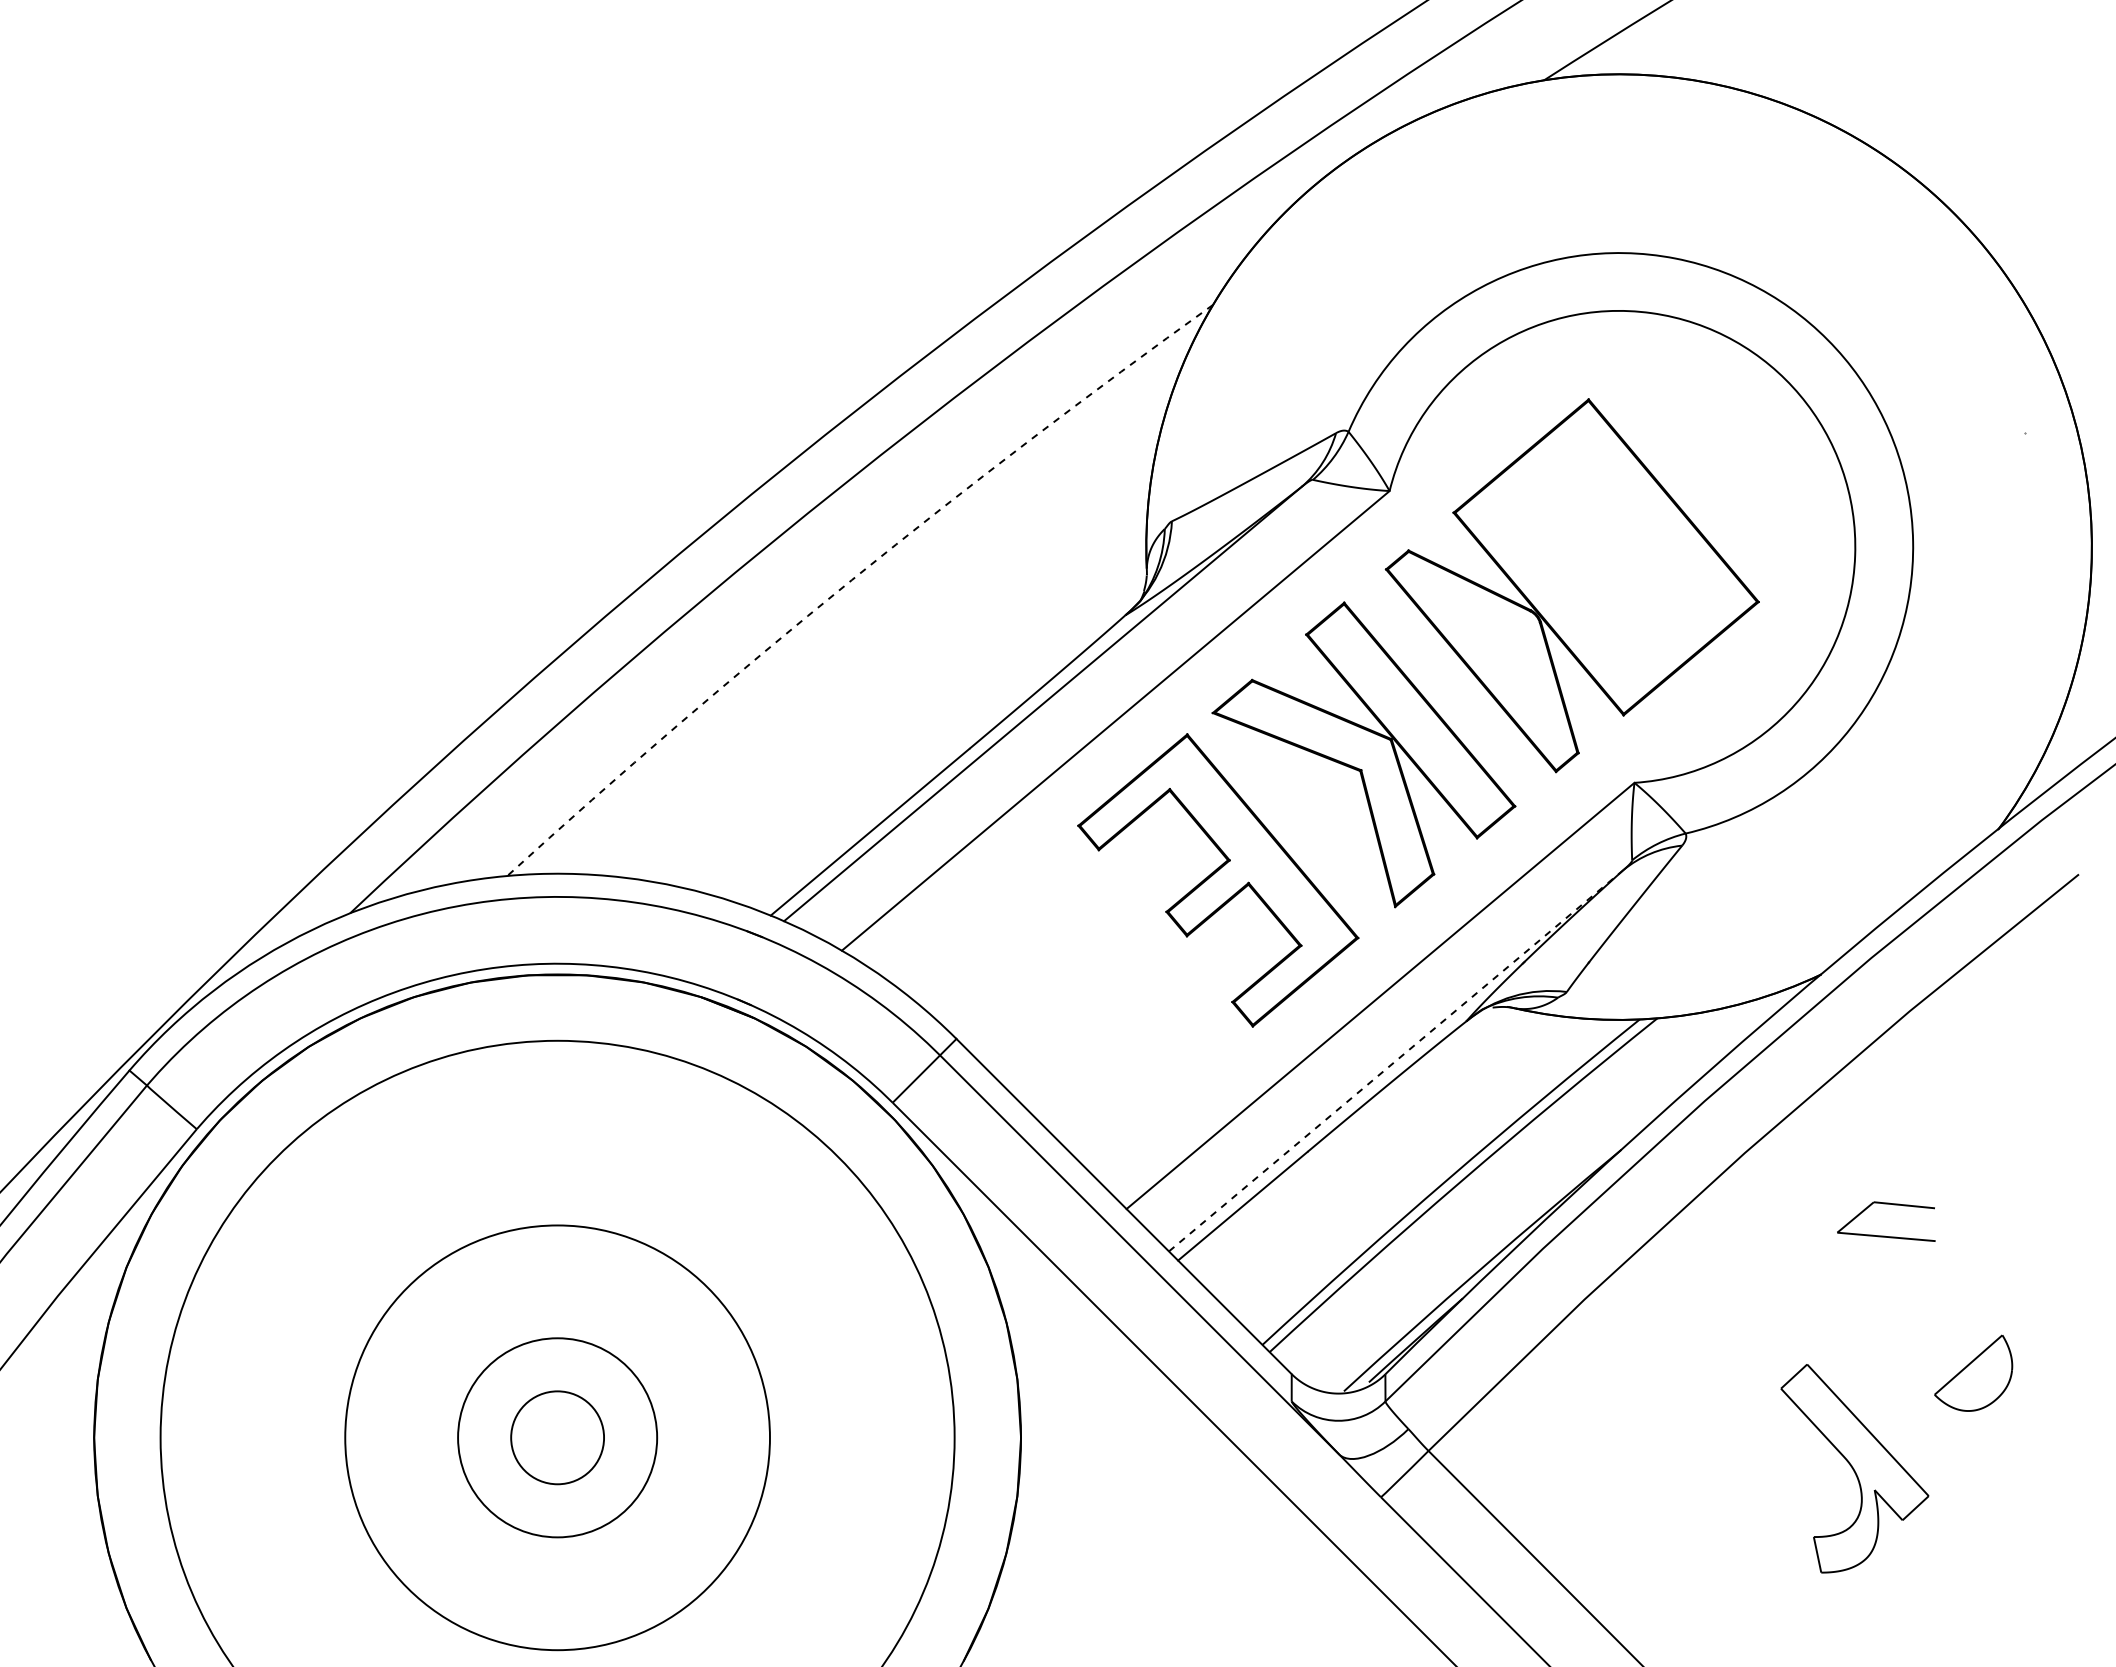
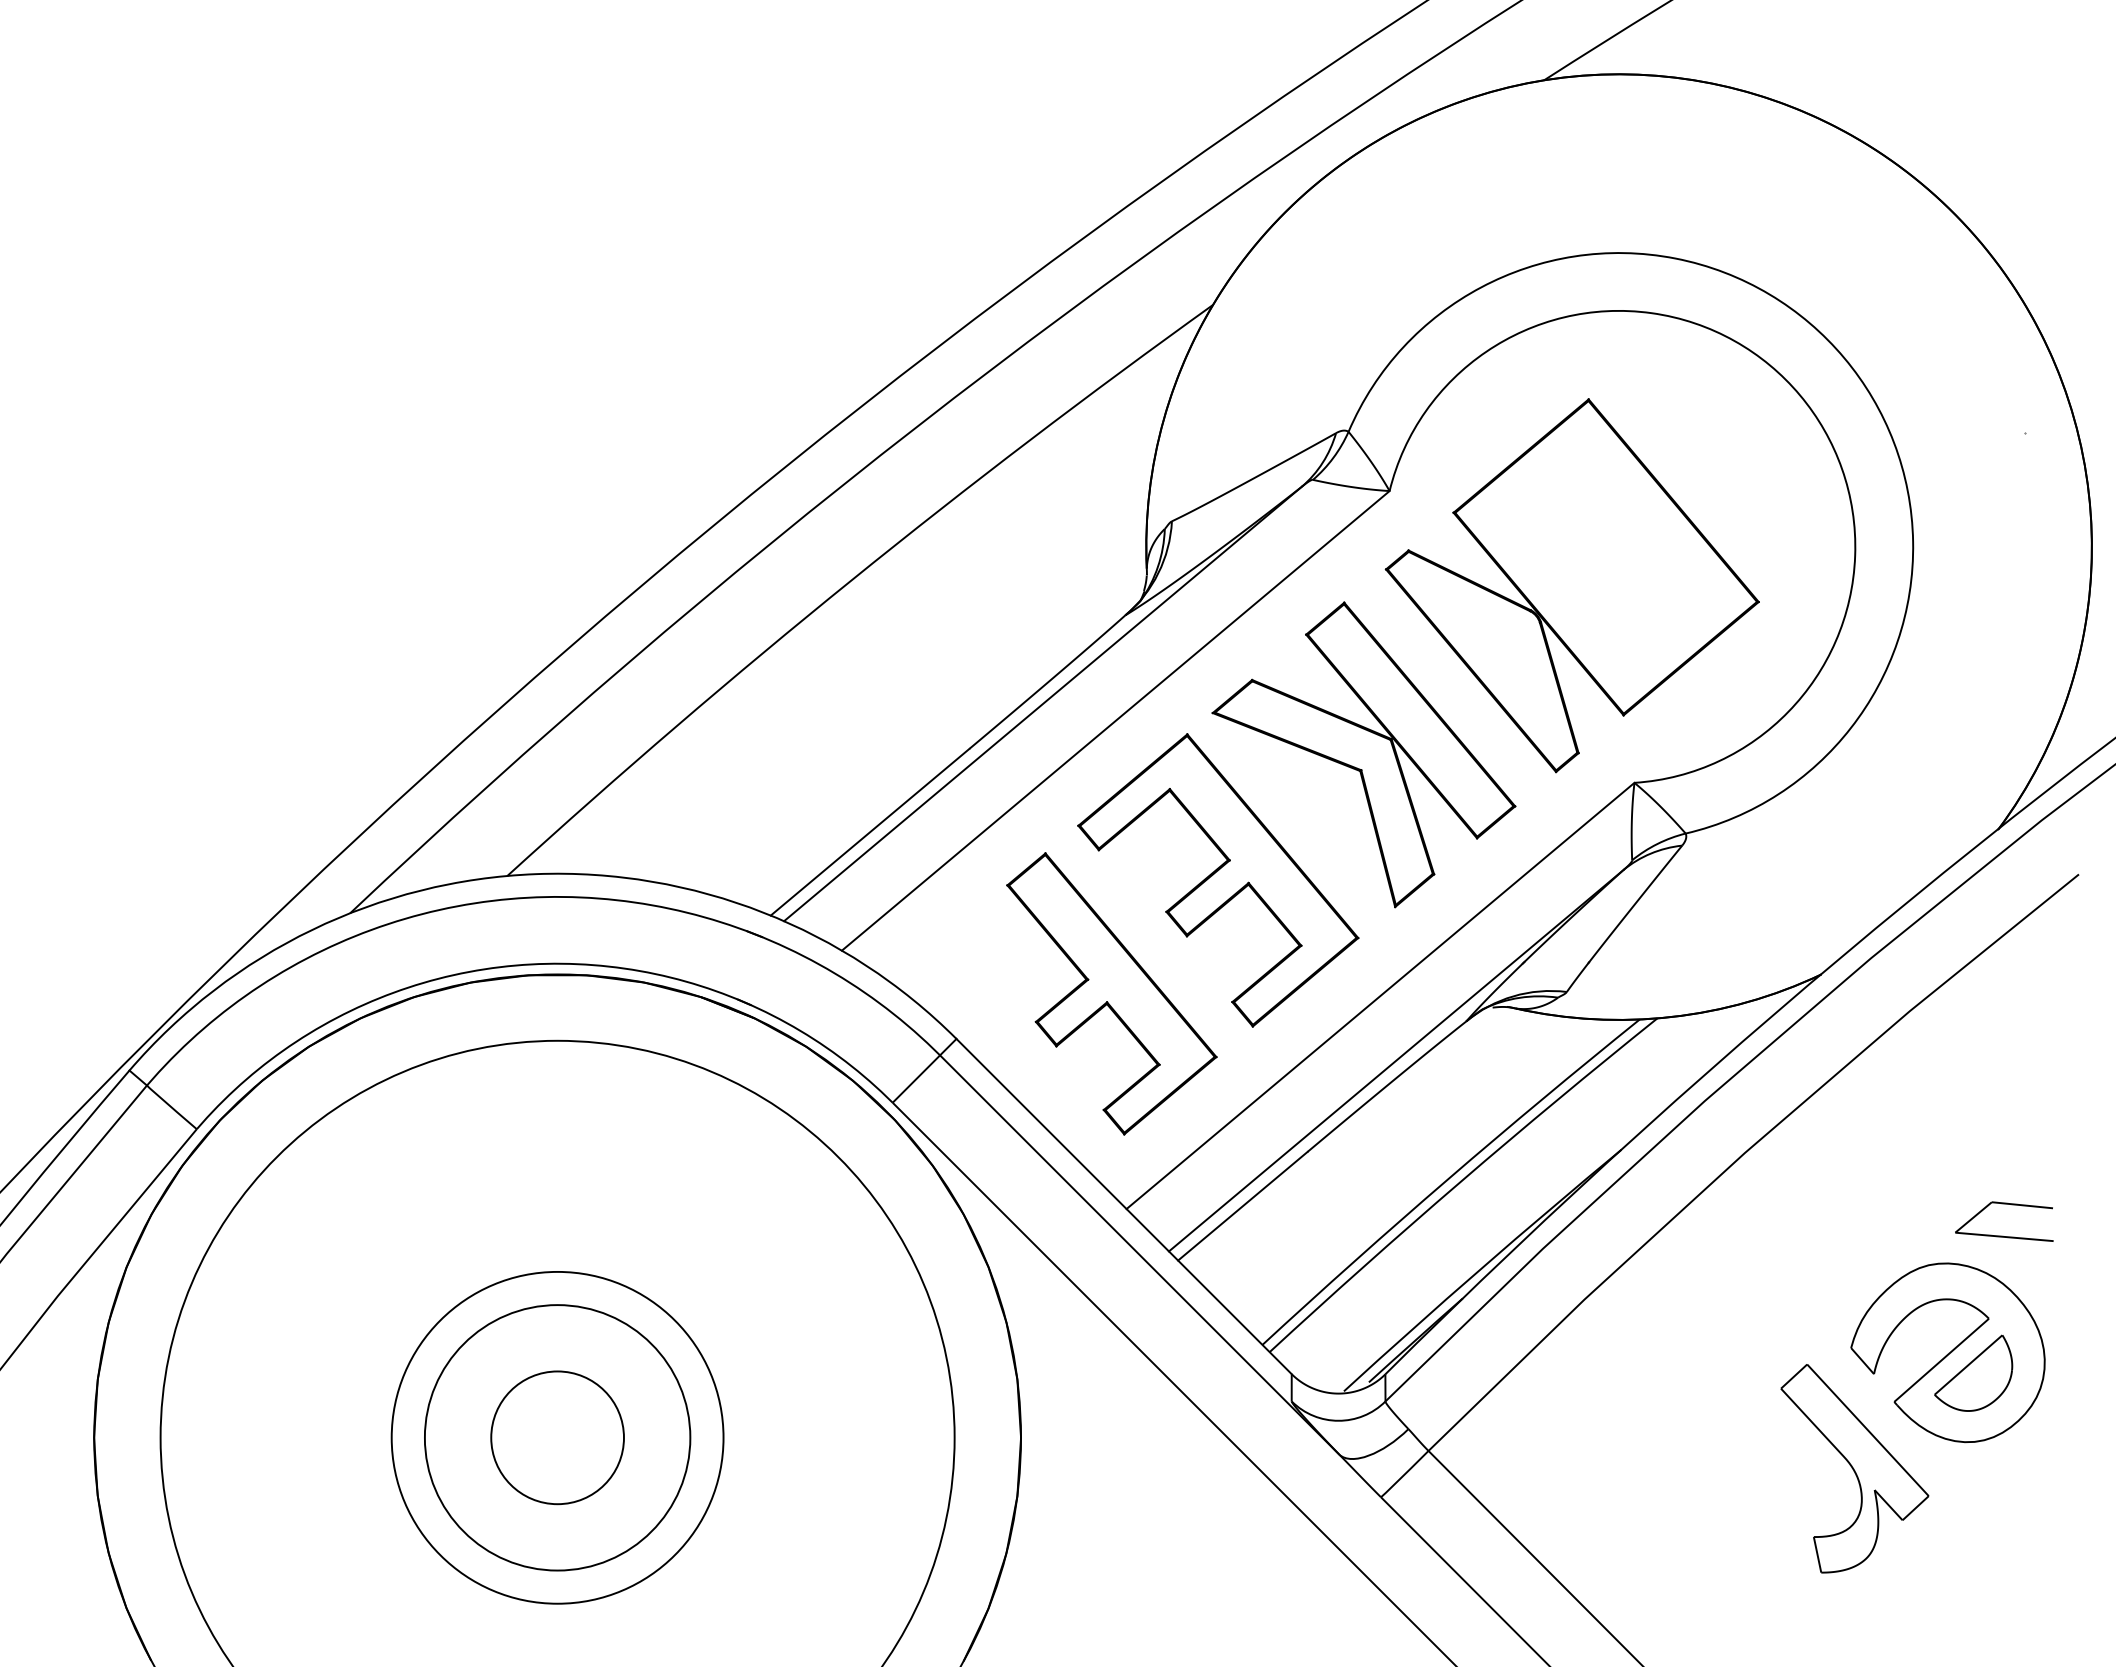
arc at (851, 580): dashed -> solid
part at (1111, 993): none -> present
line at (1396, 1060): dashed -> solid
part at (1885, 1235) position: (1885, 1235) -> (2003, 1235)
part at (1947, 1352): none -> present
circle at (557, 1437) diameter: 199 px -> 332 px
circle at (557, 1437) diameter: 425 px -> 265 px
circle at (557, 1437) diameter: 93 px -> 133 px
